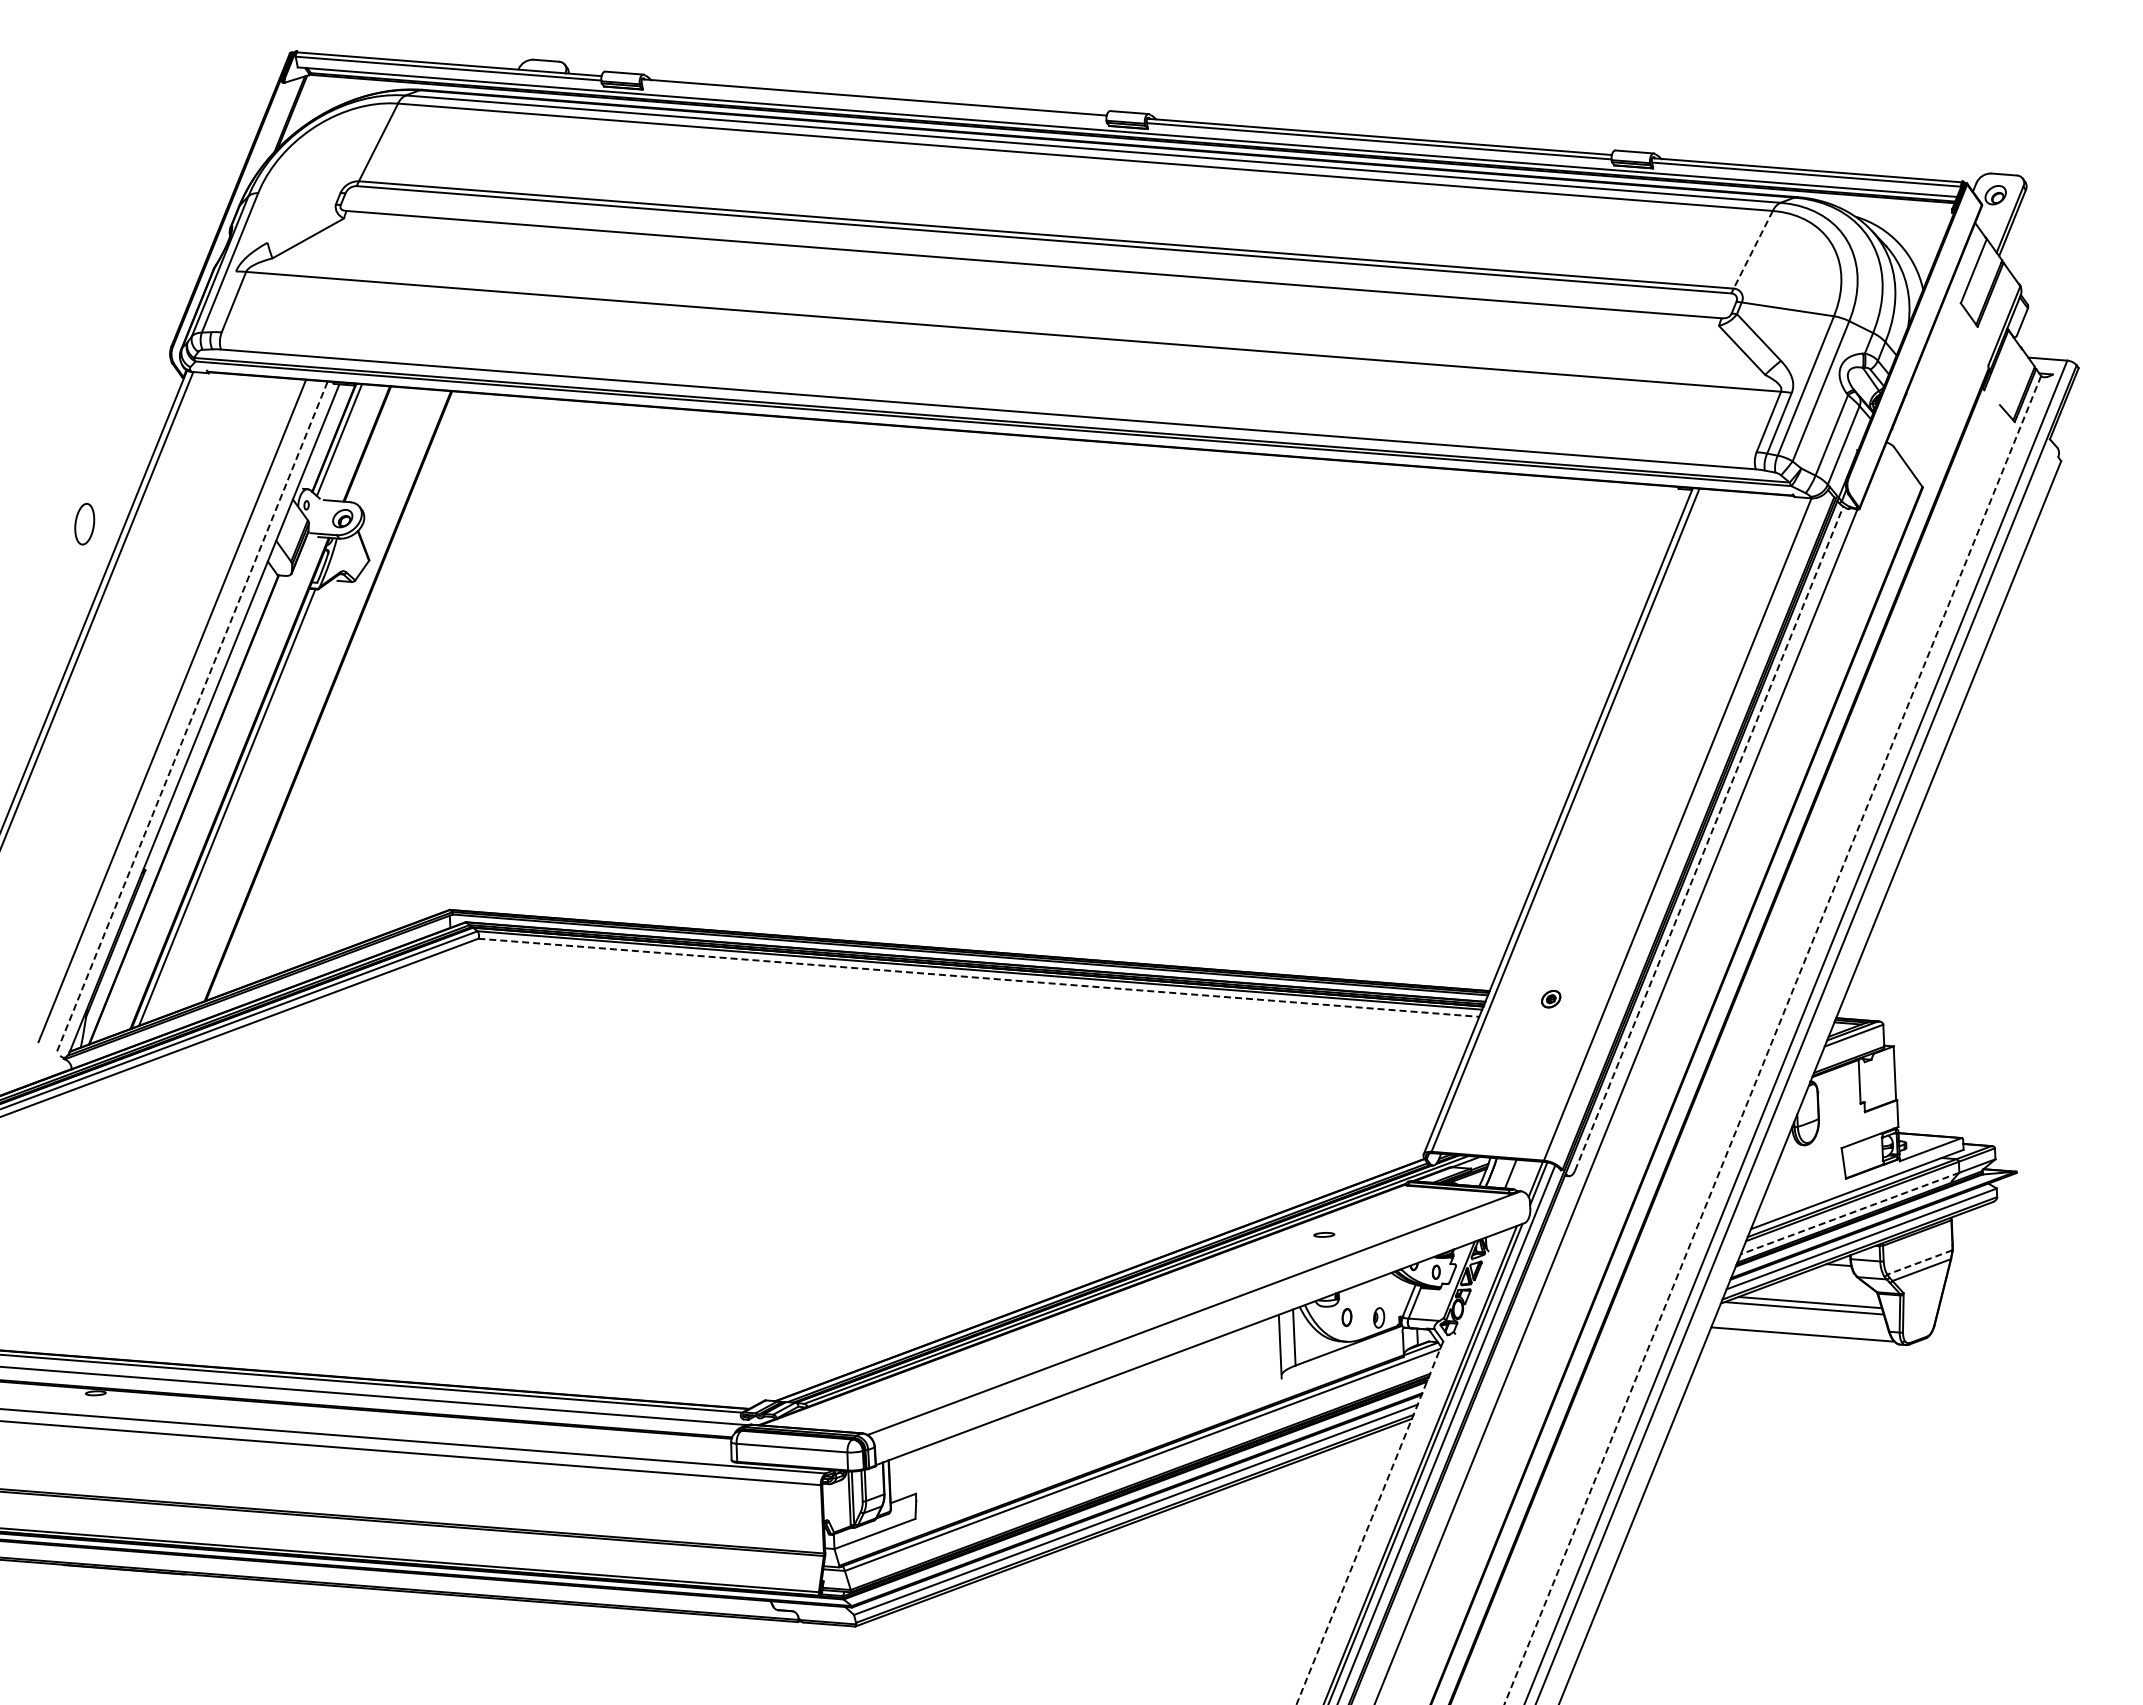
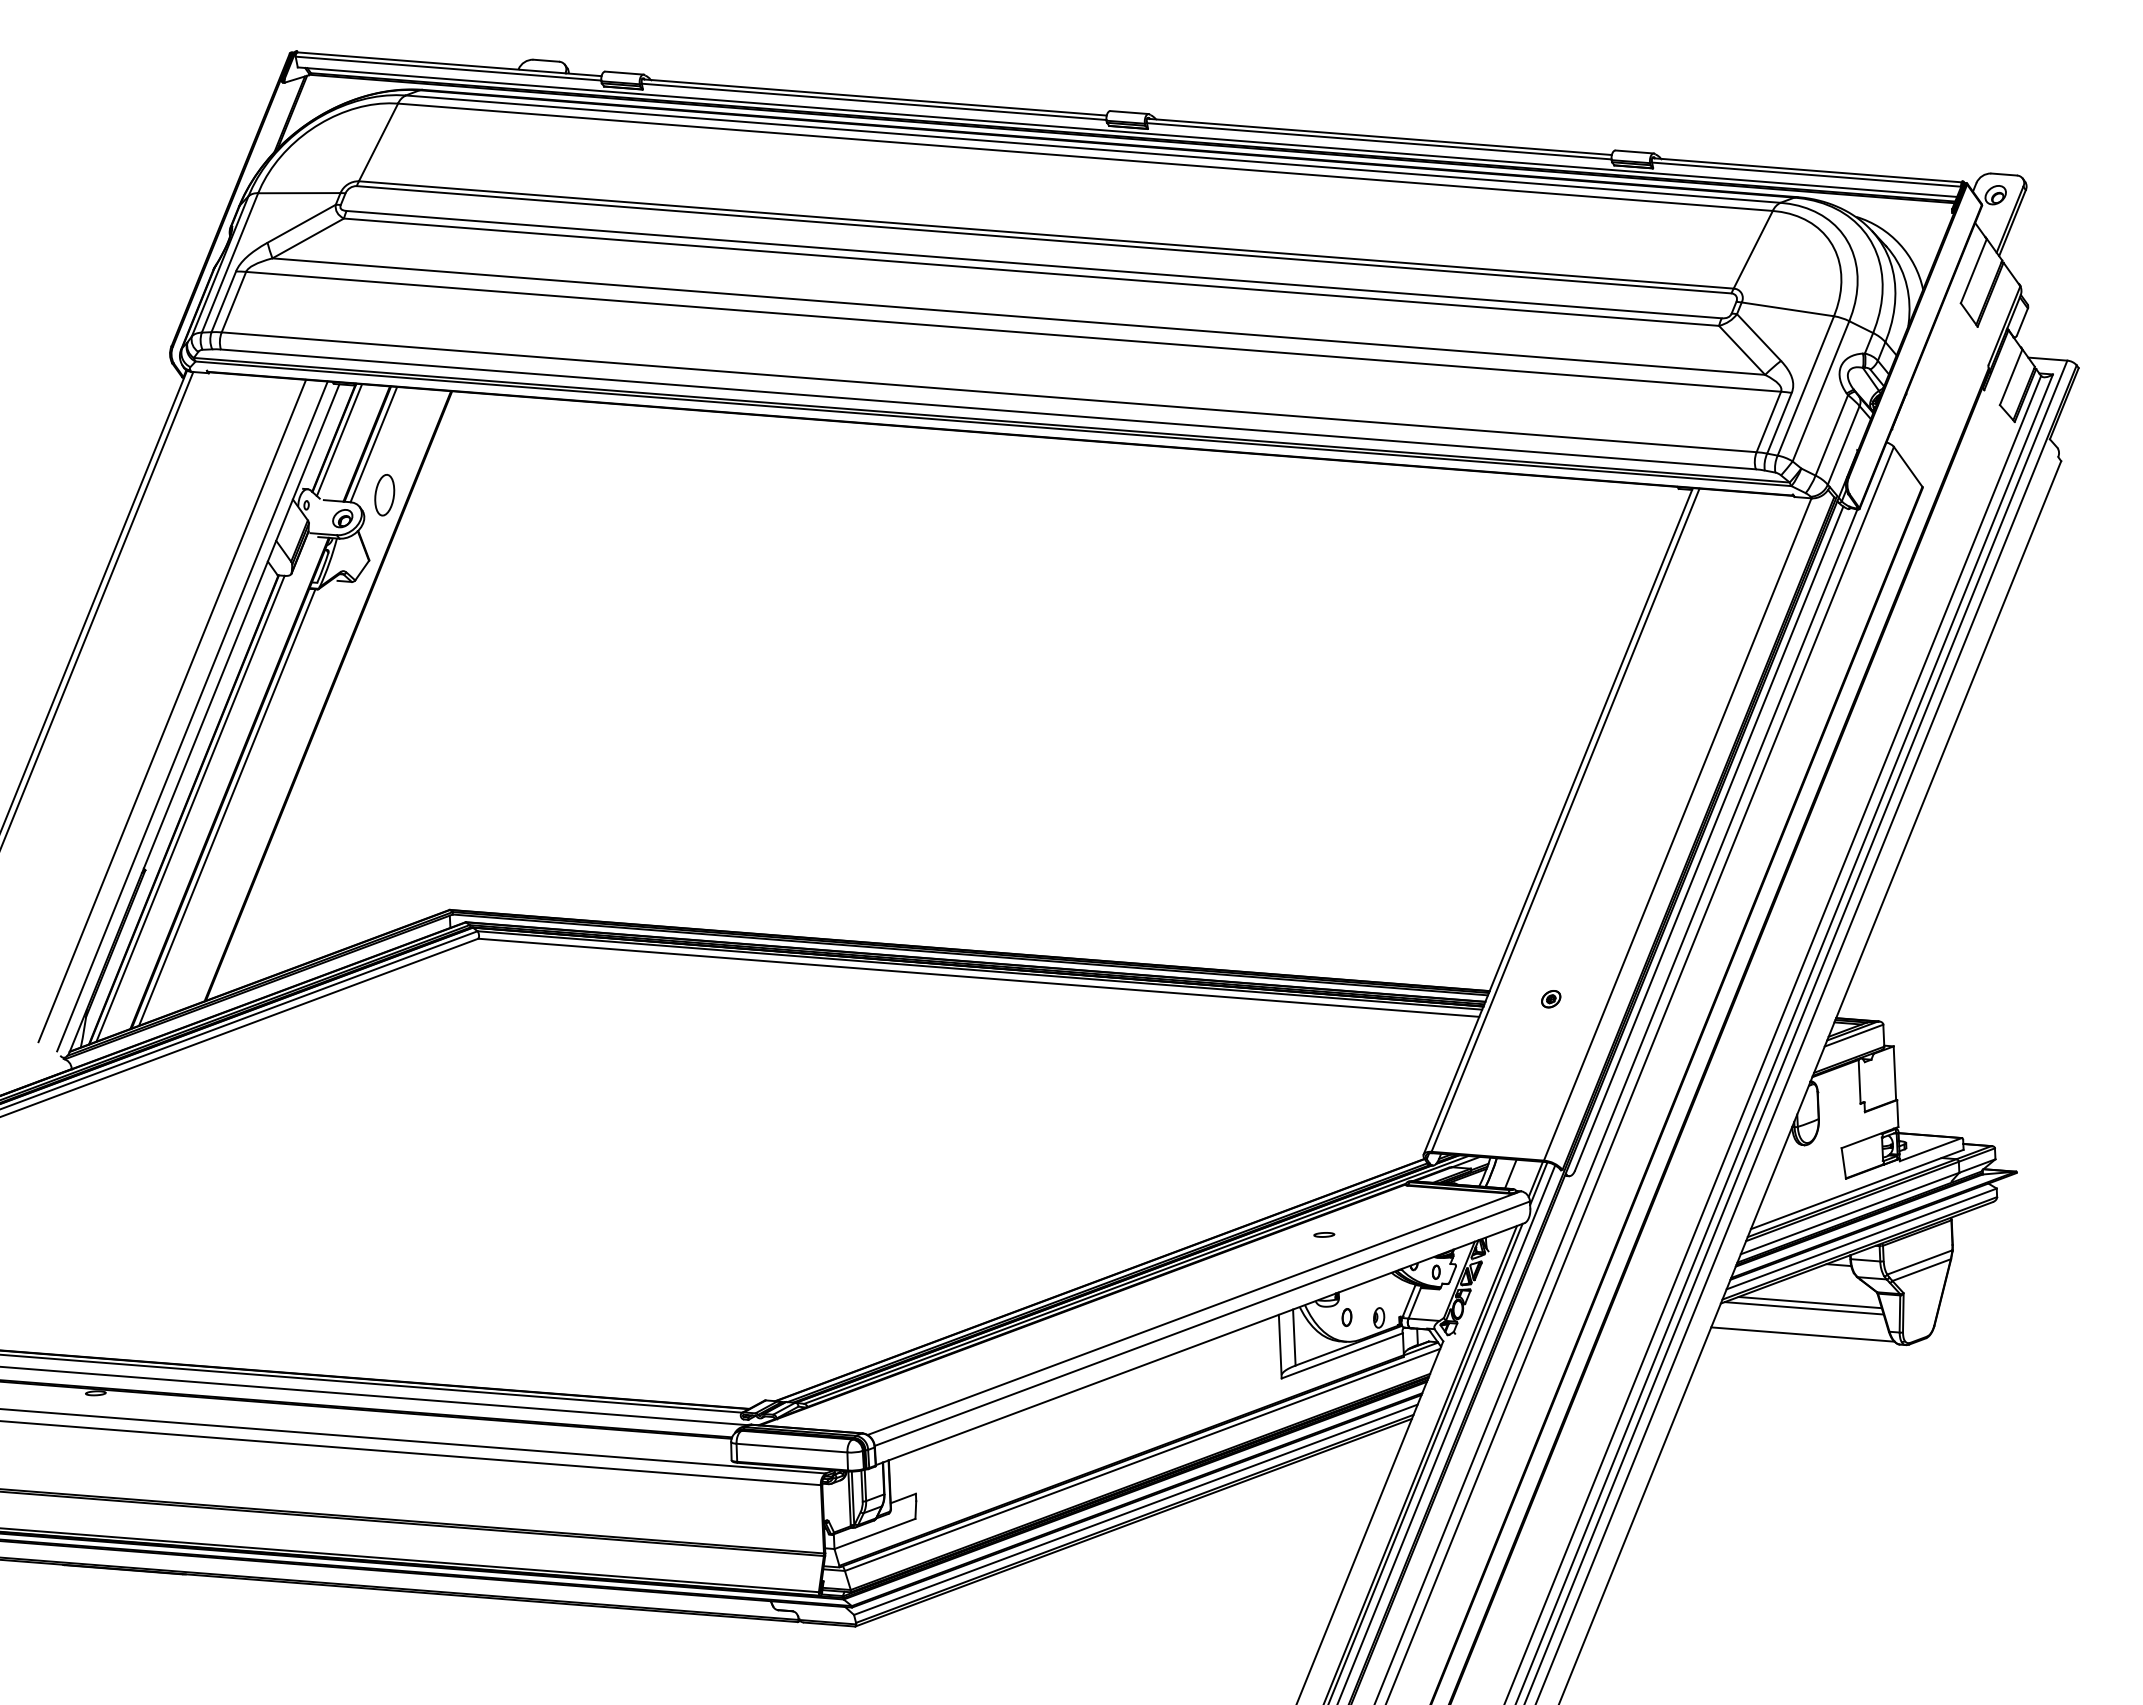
line at (873, 101): none -> present
line at (299, 193): none -> present
line at (301, 223): none -> present
line at (1753, 250): dashed -> solid
line at (1031, 271): none -> present
line at (223, 301): none -> present
line at (1018, 316): none -> present
line at (2010, 377): none -> present
line at (988, 392): none -> present
line at (373, 444): none -> present
part at (84, 524) position: (84, 524) -> (384, 495)
line at (192, 716): dashed -> solid
line at (190, 808): none -> present
line at (1709, 838): dashed -> solid
line at (979, 977): dashed -> solid
line at (1784, 1037): none -> present
line at (1772, 1040): dashed -> solid
line at (1640, 1073): none -> present
line at (1850, 1213): dashed -> solid
line at (1919, 1262): dashed -> solid
line at (1201, 1323): none -> present
line at (1341, 1355): none -> present
line at (1369, 1522): dashed -> solid
